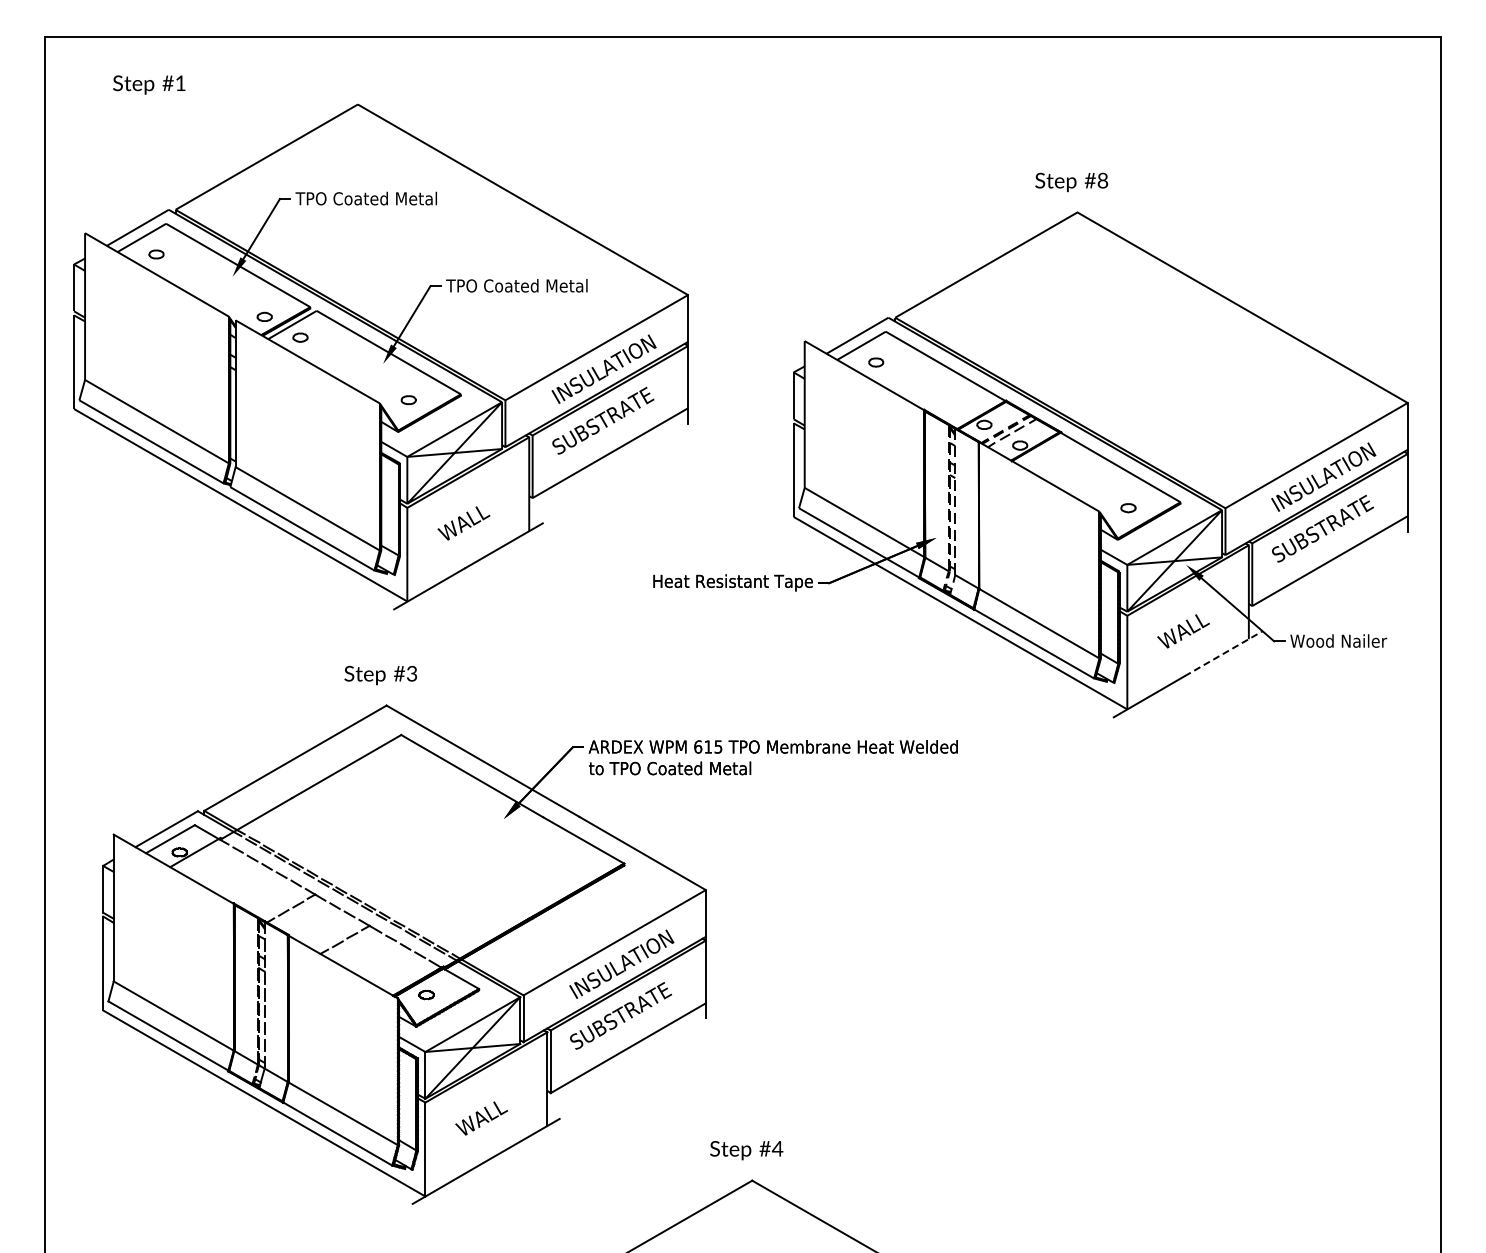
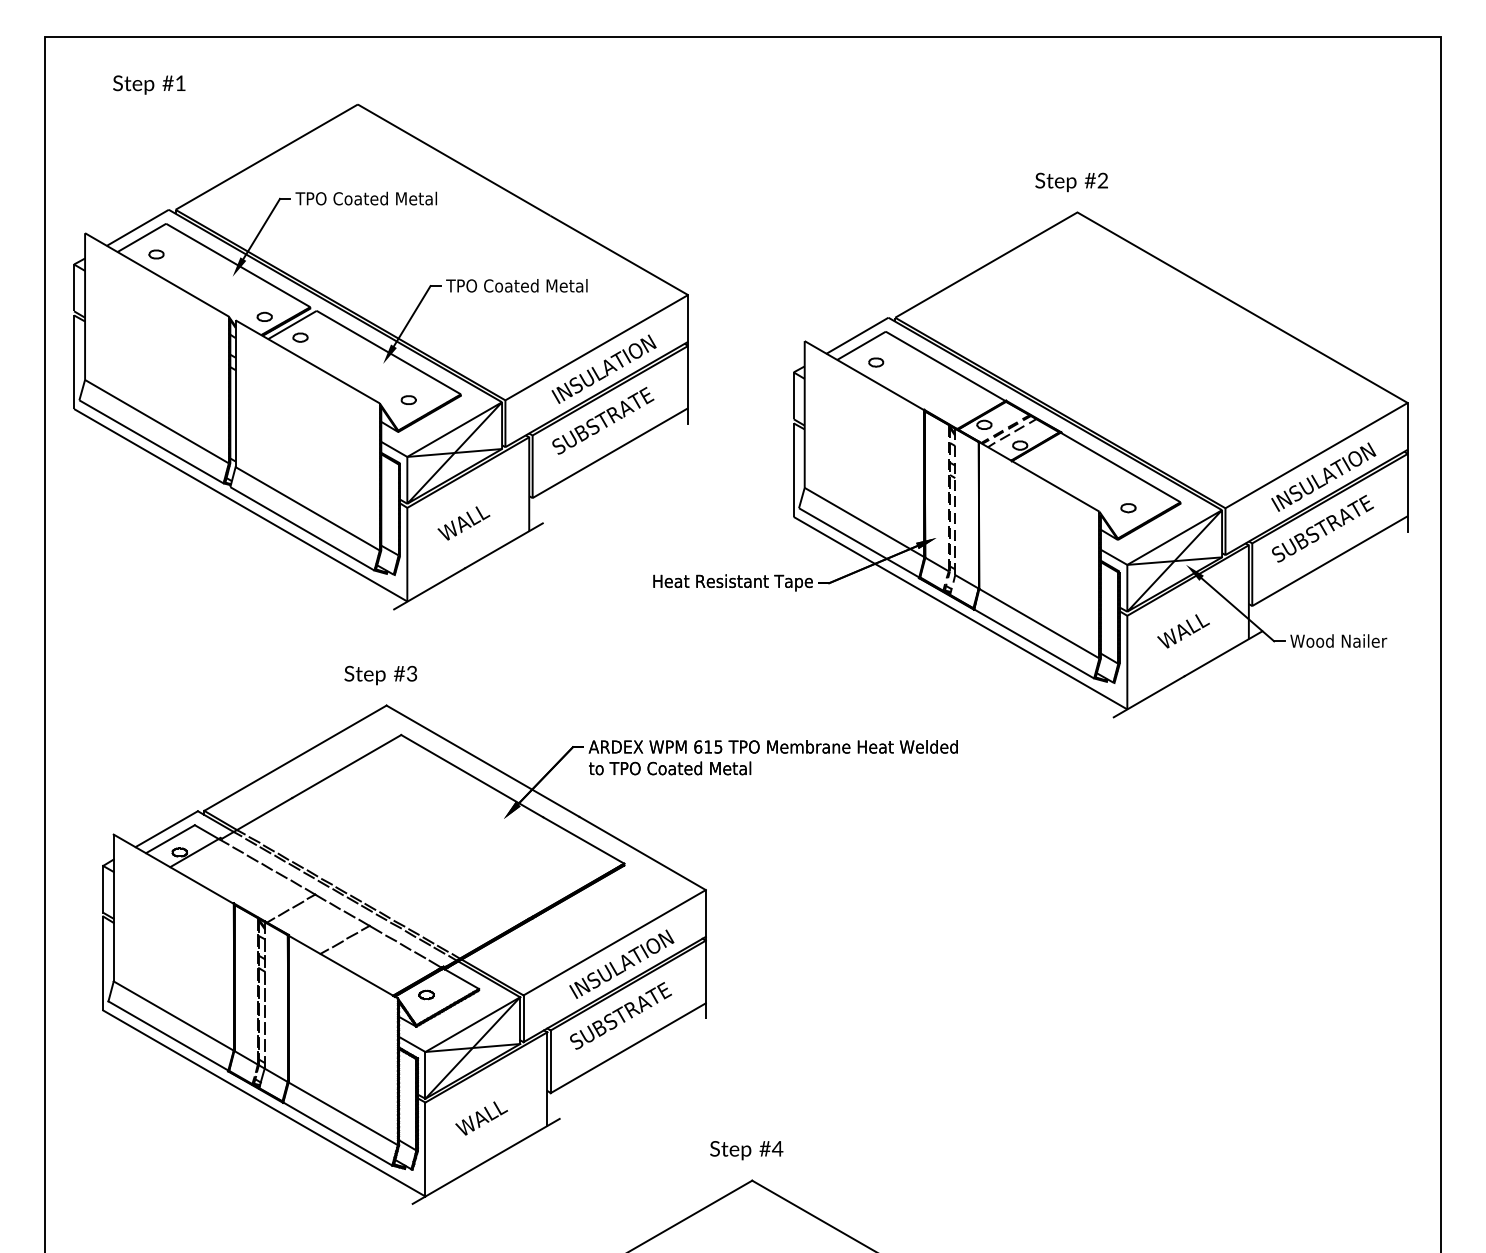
text at (1102, 181): #8 -> #2
line at (1223, 653): dashed -> solid
